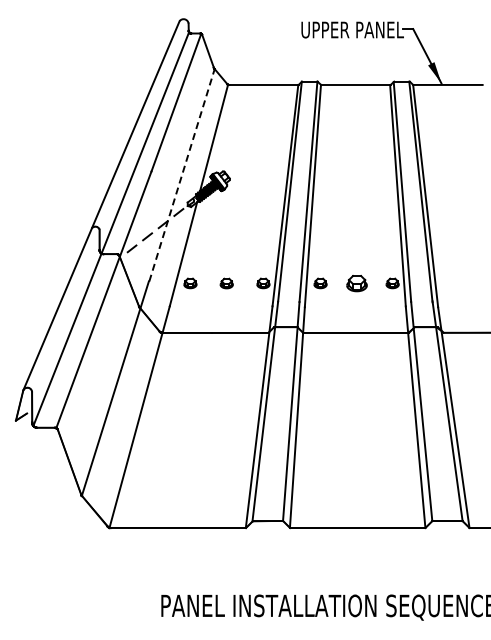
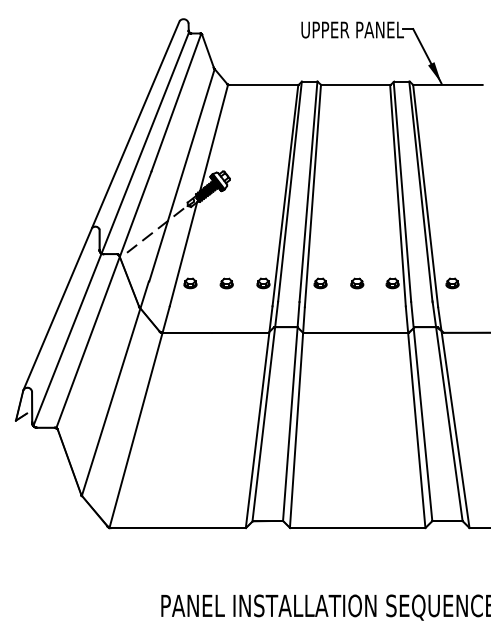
line at (182, 174): dashed -> solid
part at (356, 283) size: 22x18 px -> 15x13 px
part at (452, 283): none -> present
